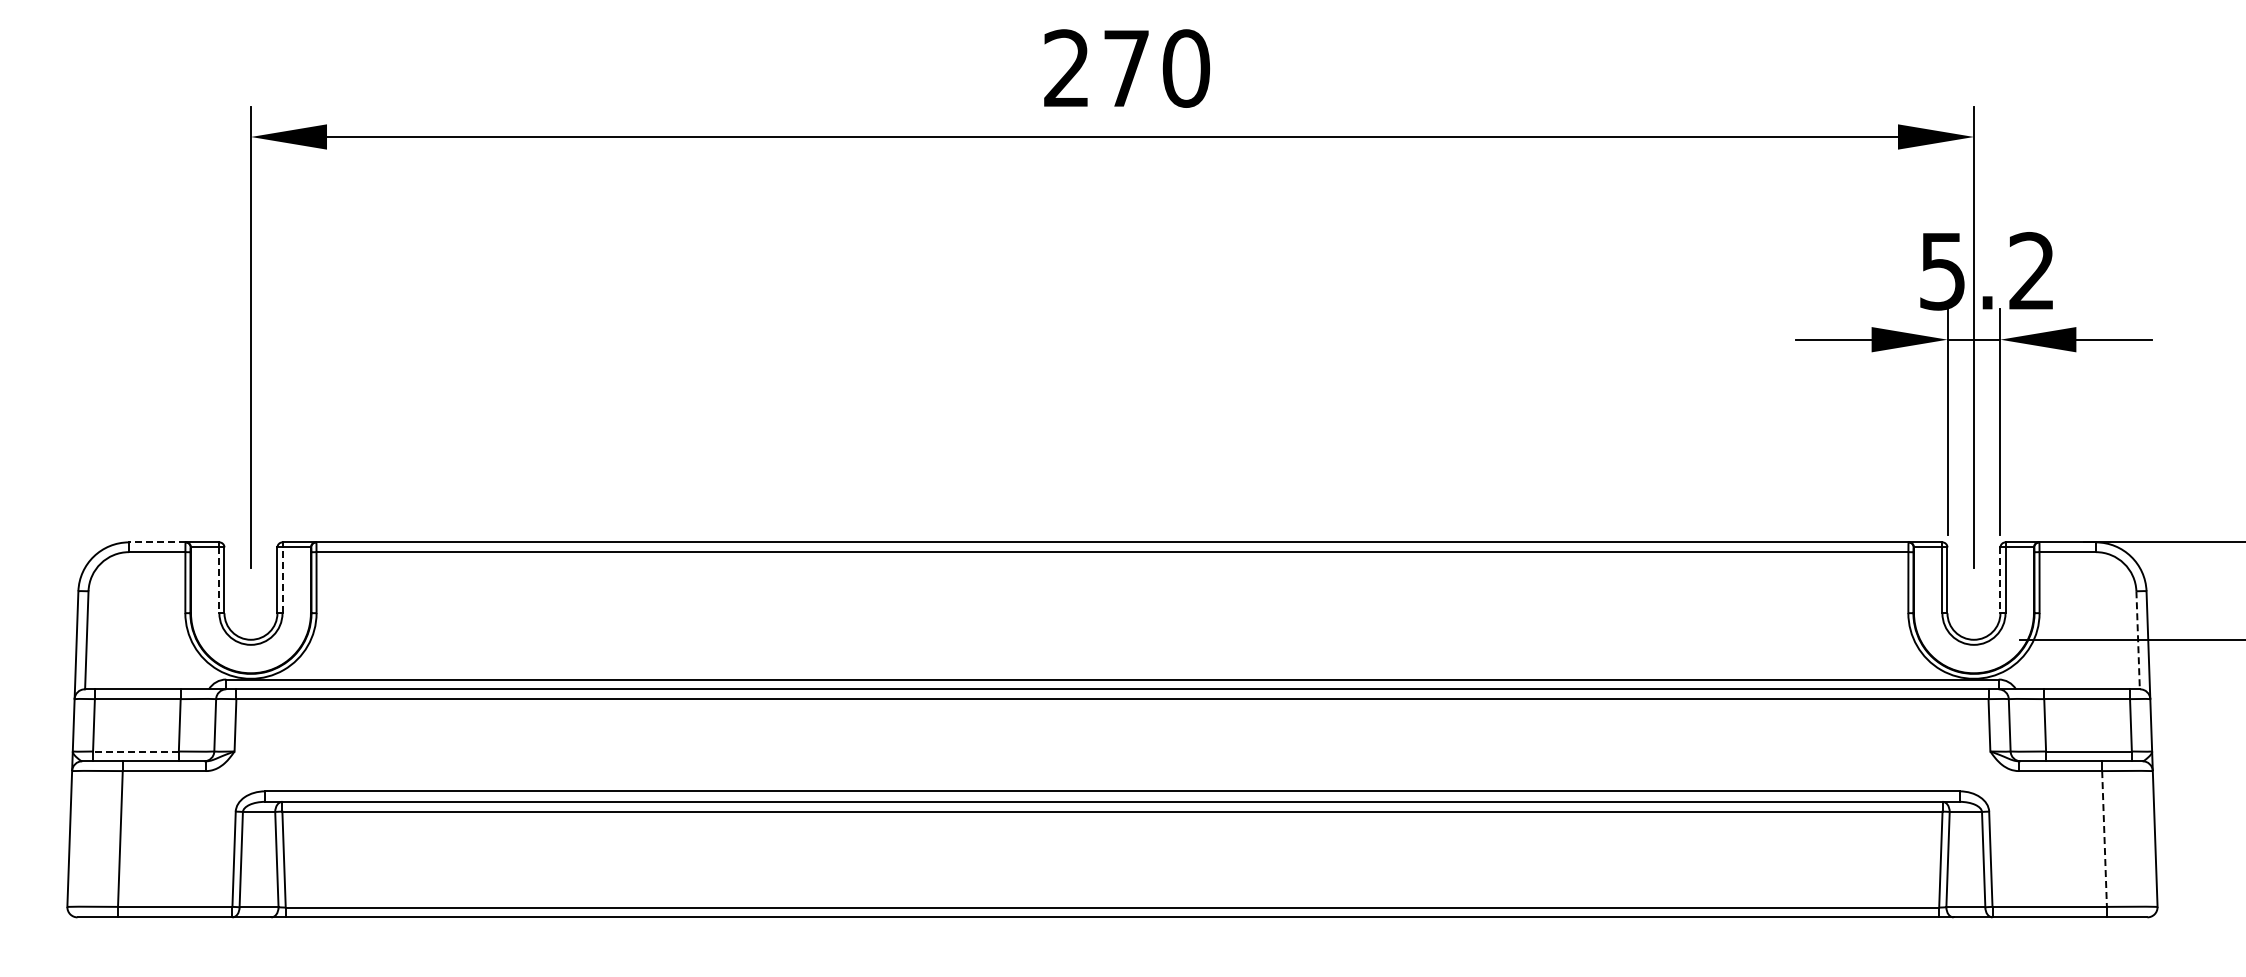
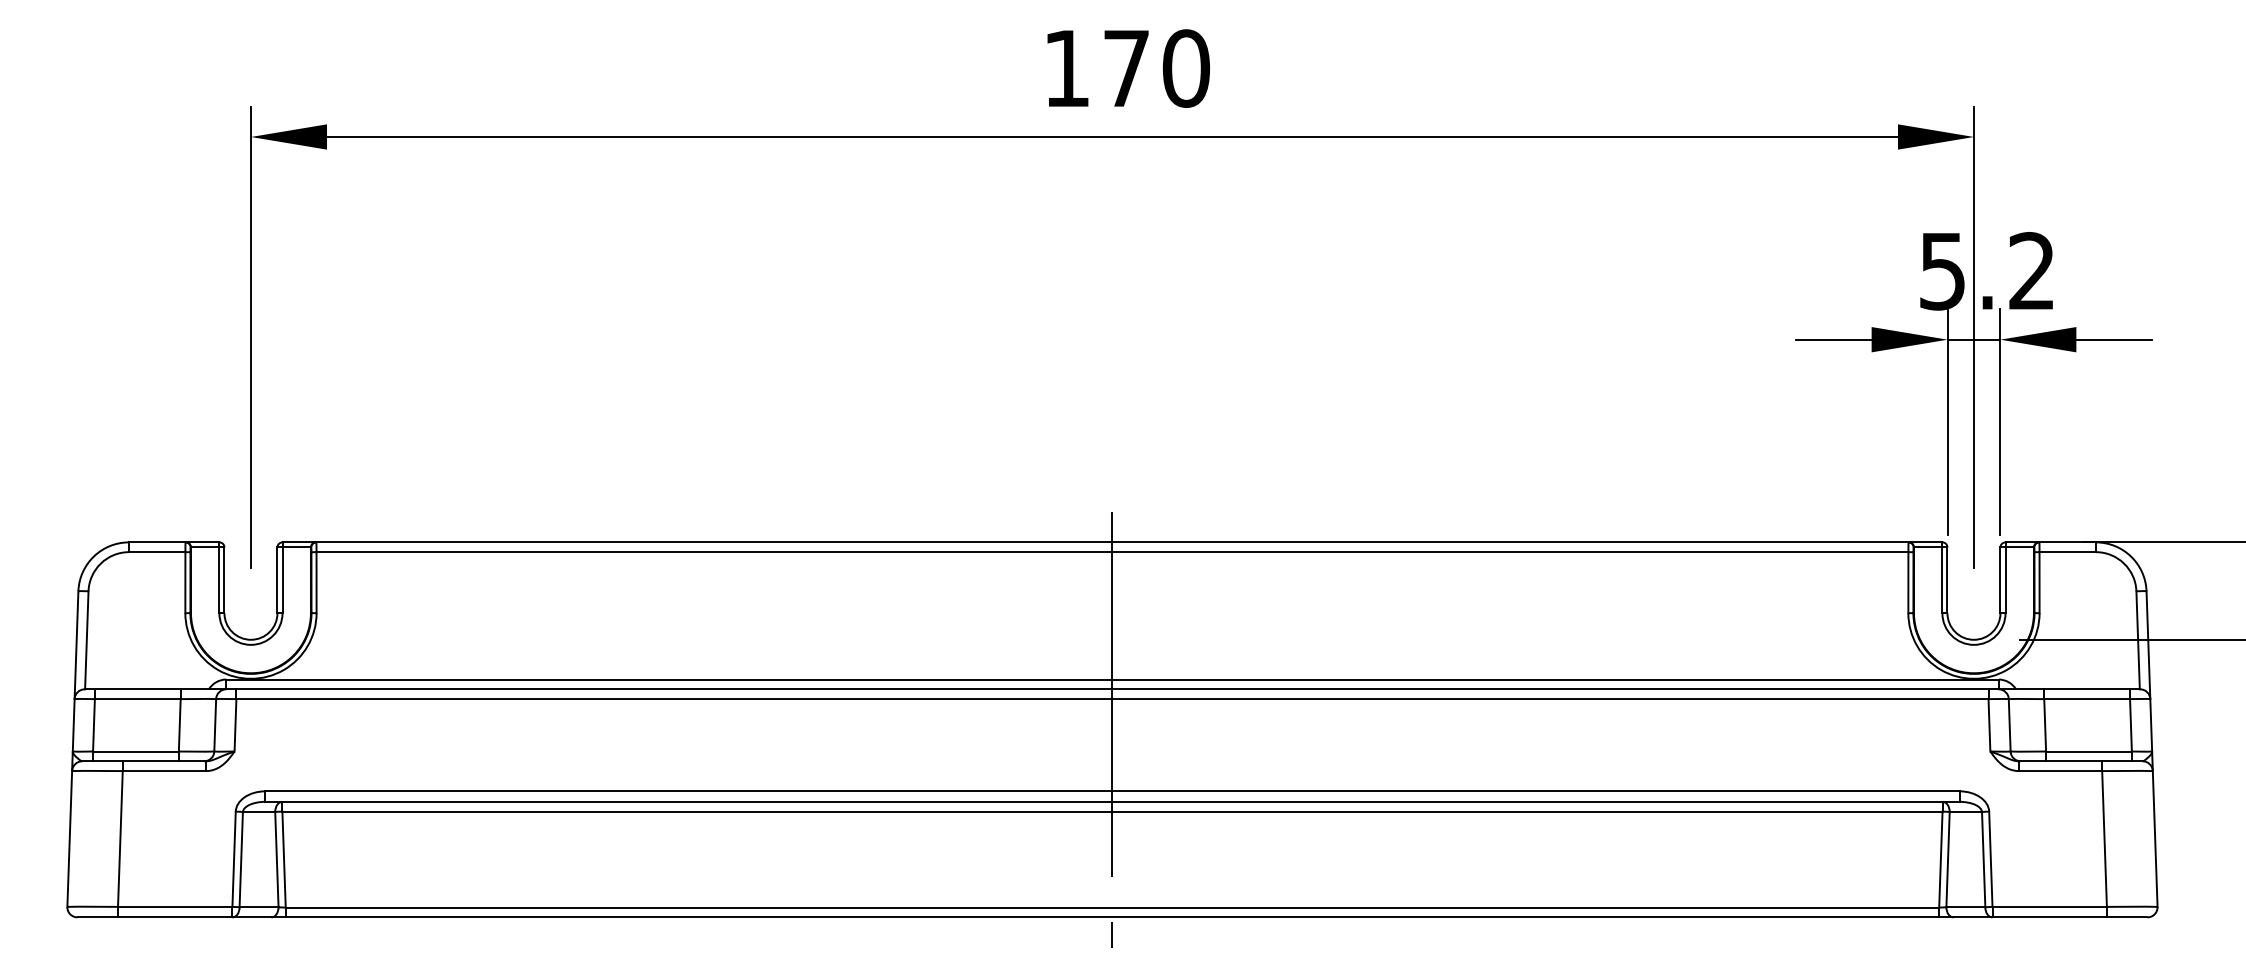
text at (1066, 67): 270 -> 170
line at (156, 542): dashed -> solid
line at (219, 580): dashed -> solid
line at (282, 580): dashed -> solid
line at (2000, 580): dashed -> solid
line at (2138, 640): dashed -> solid
line at (1112, 729): none -> present
line at (135, 751): dashed -> solid
line at (2104, 838): dashed -> solid
